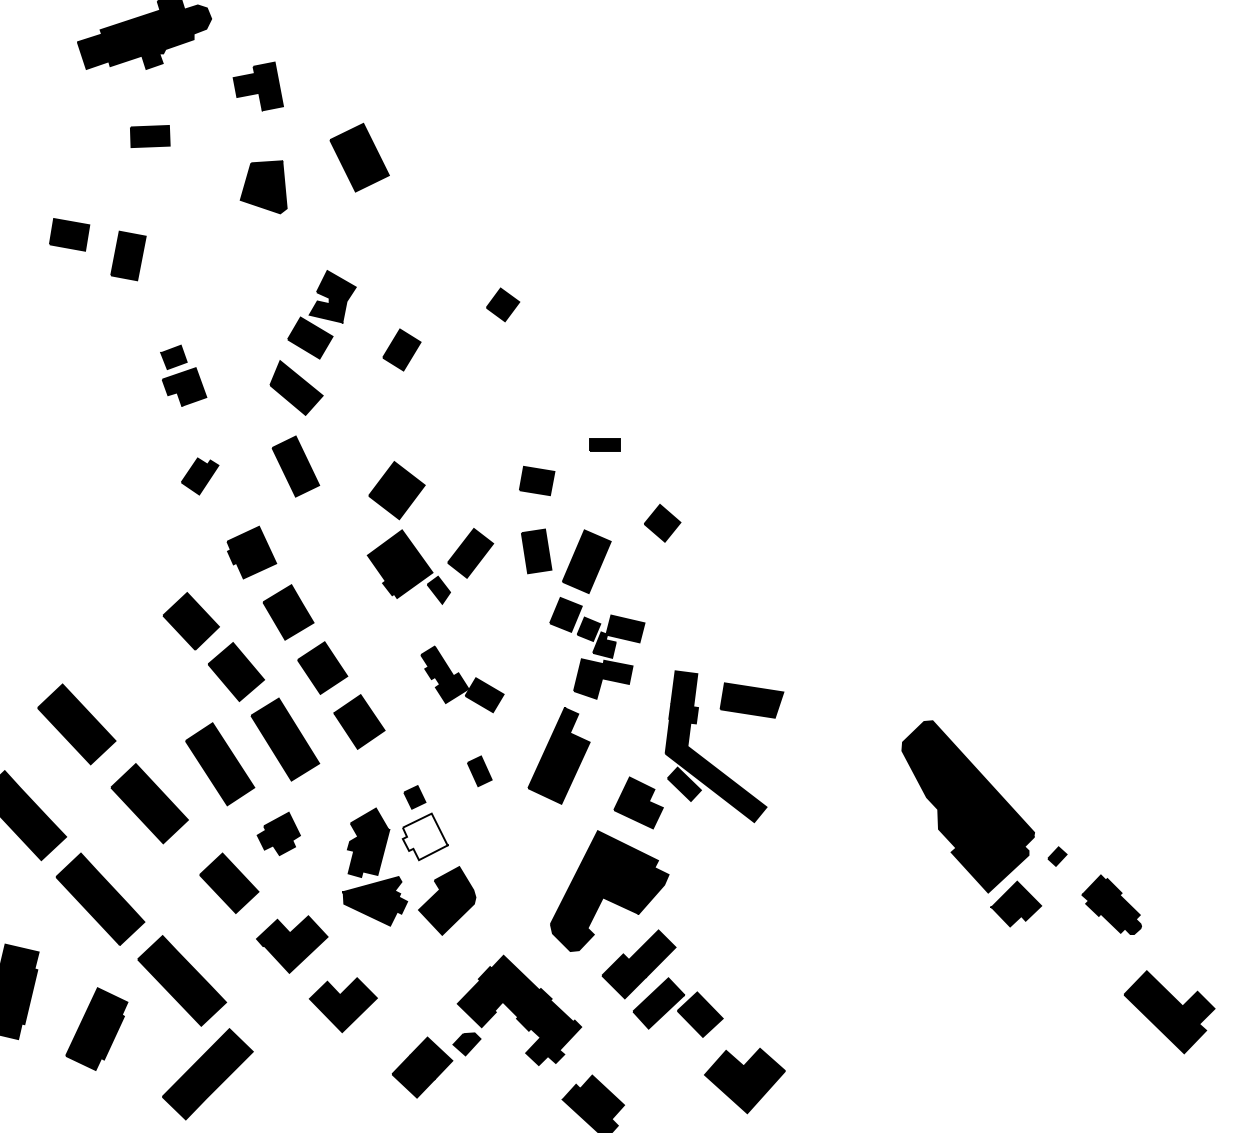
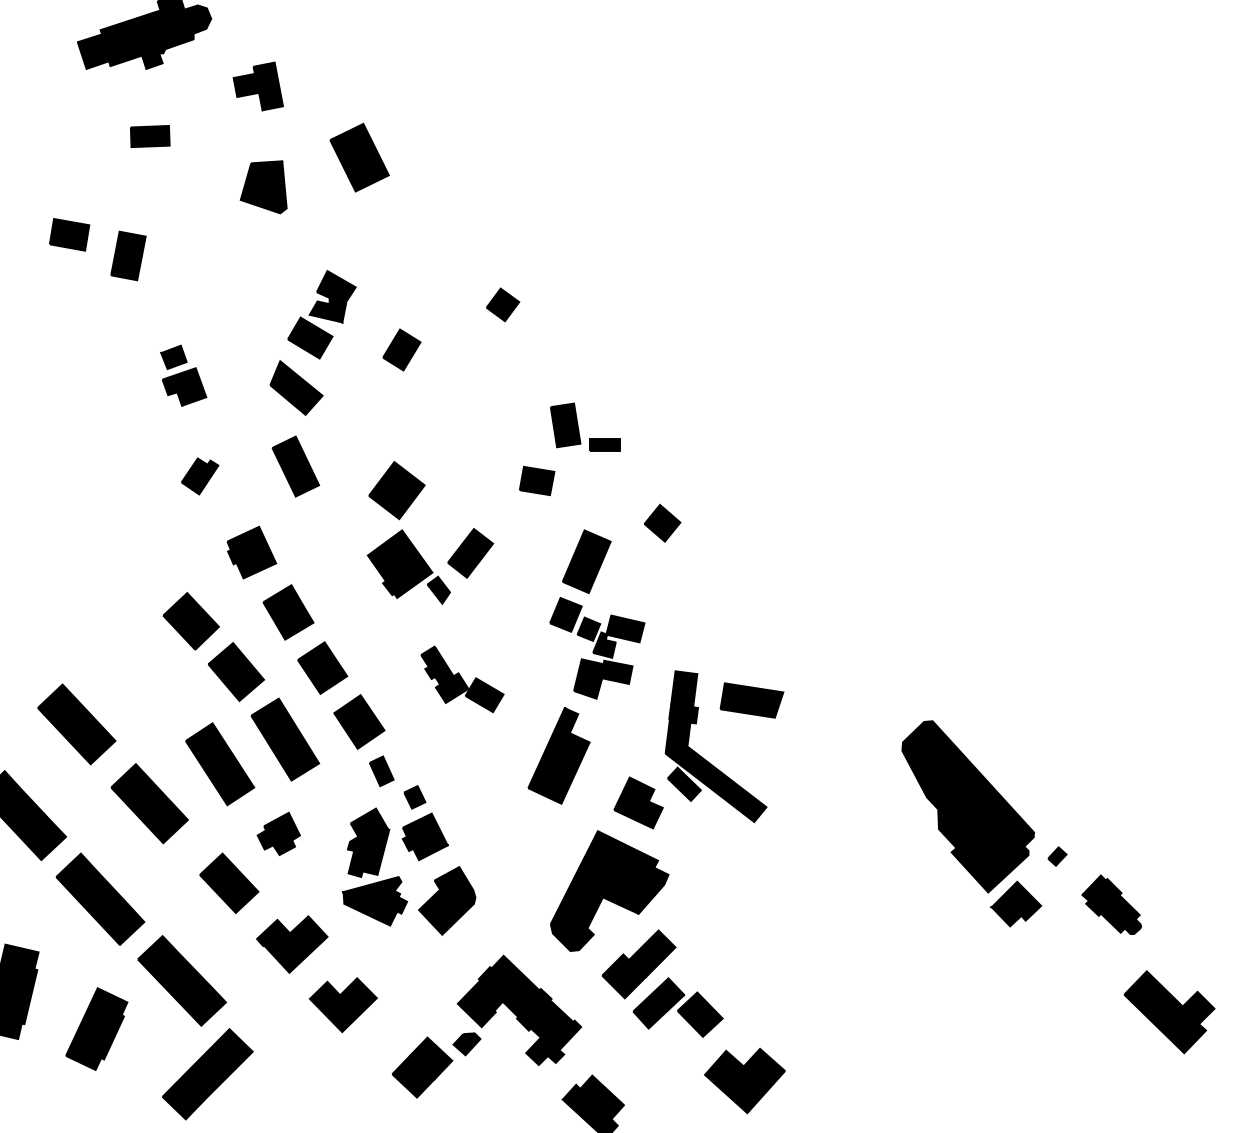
part at (536, 551) position: (536, 551) -> (565, 425)
part at (479, 770) position: (479, 770) -> (381, 770)
fill at (424, 836): none -> present
